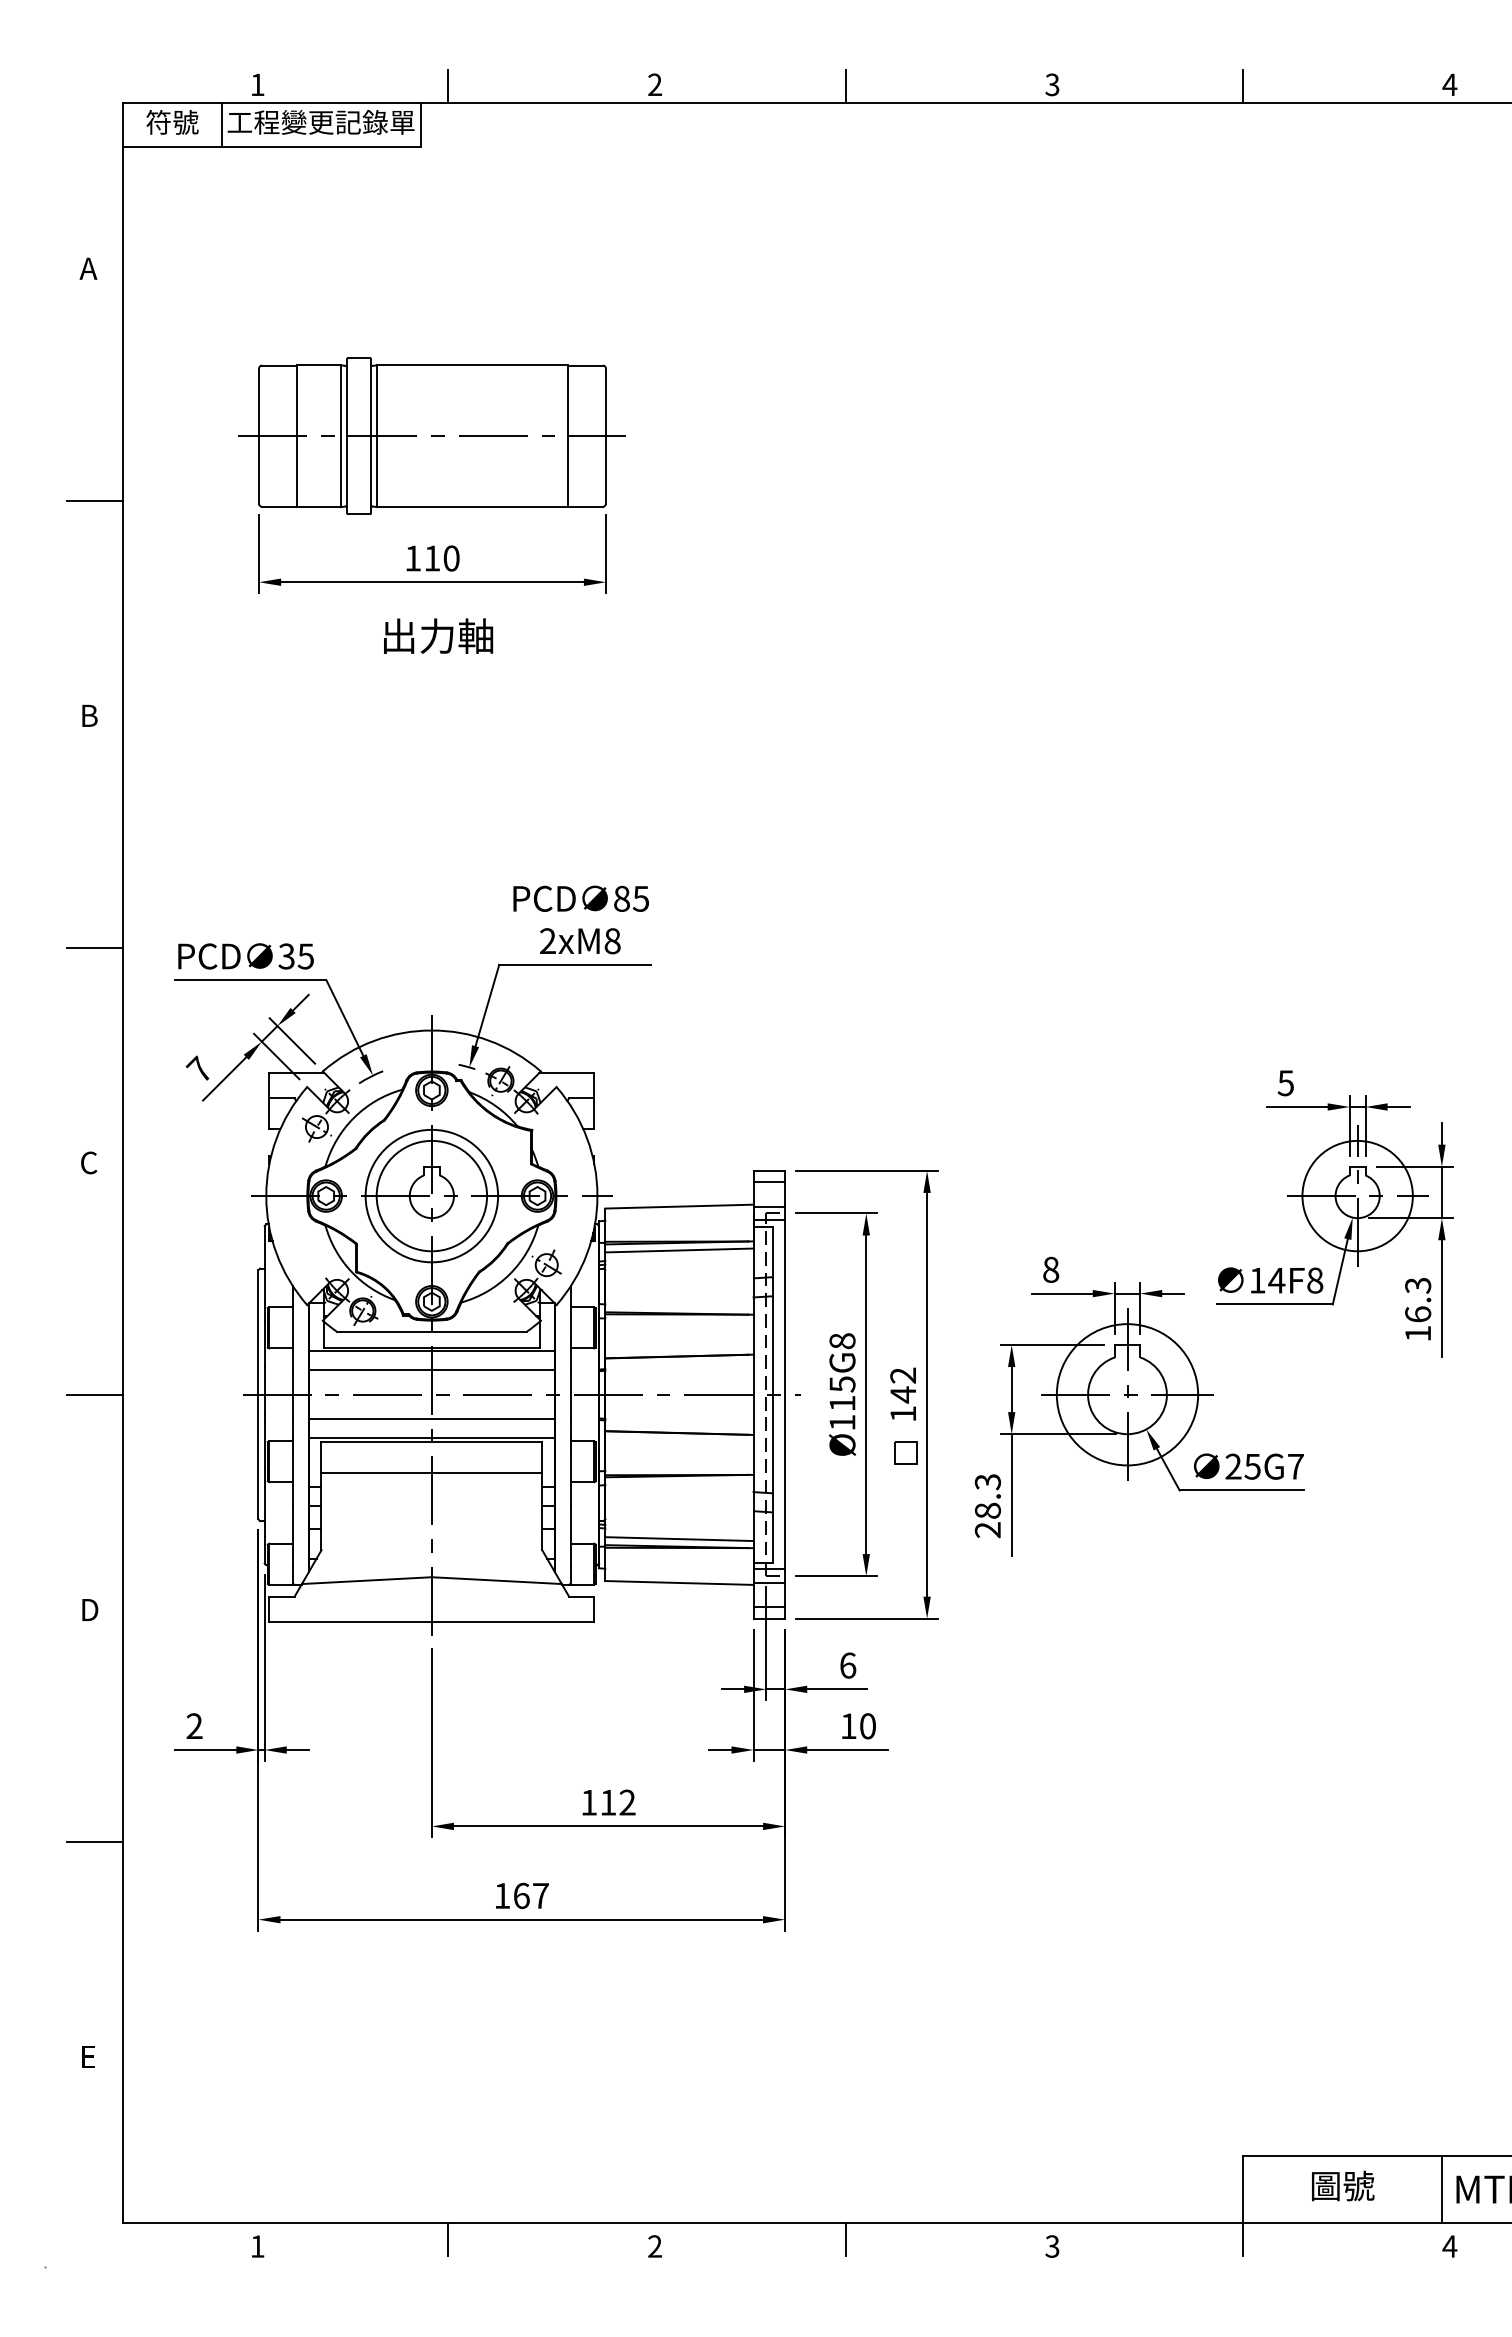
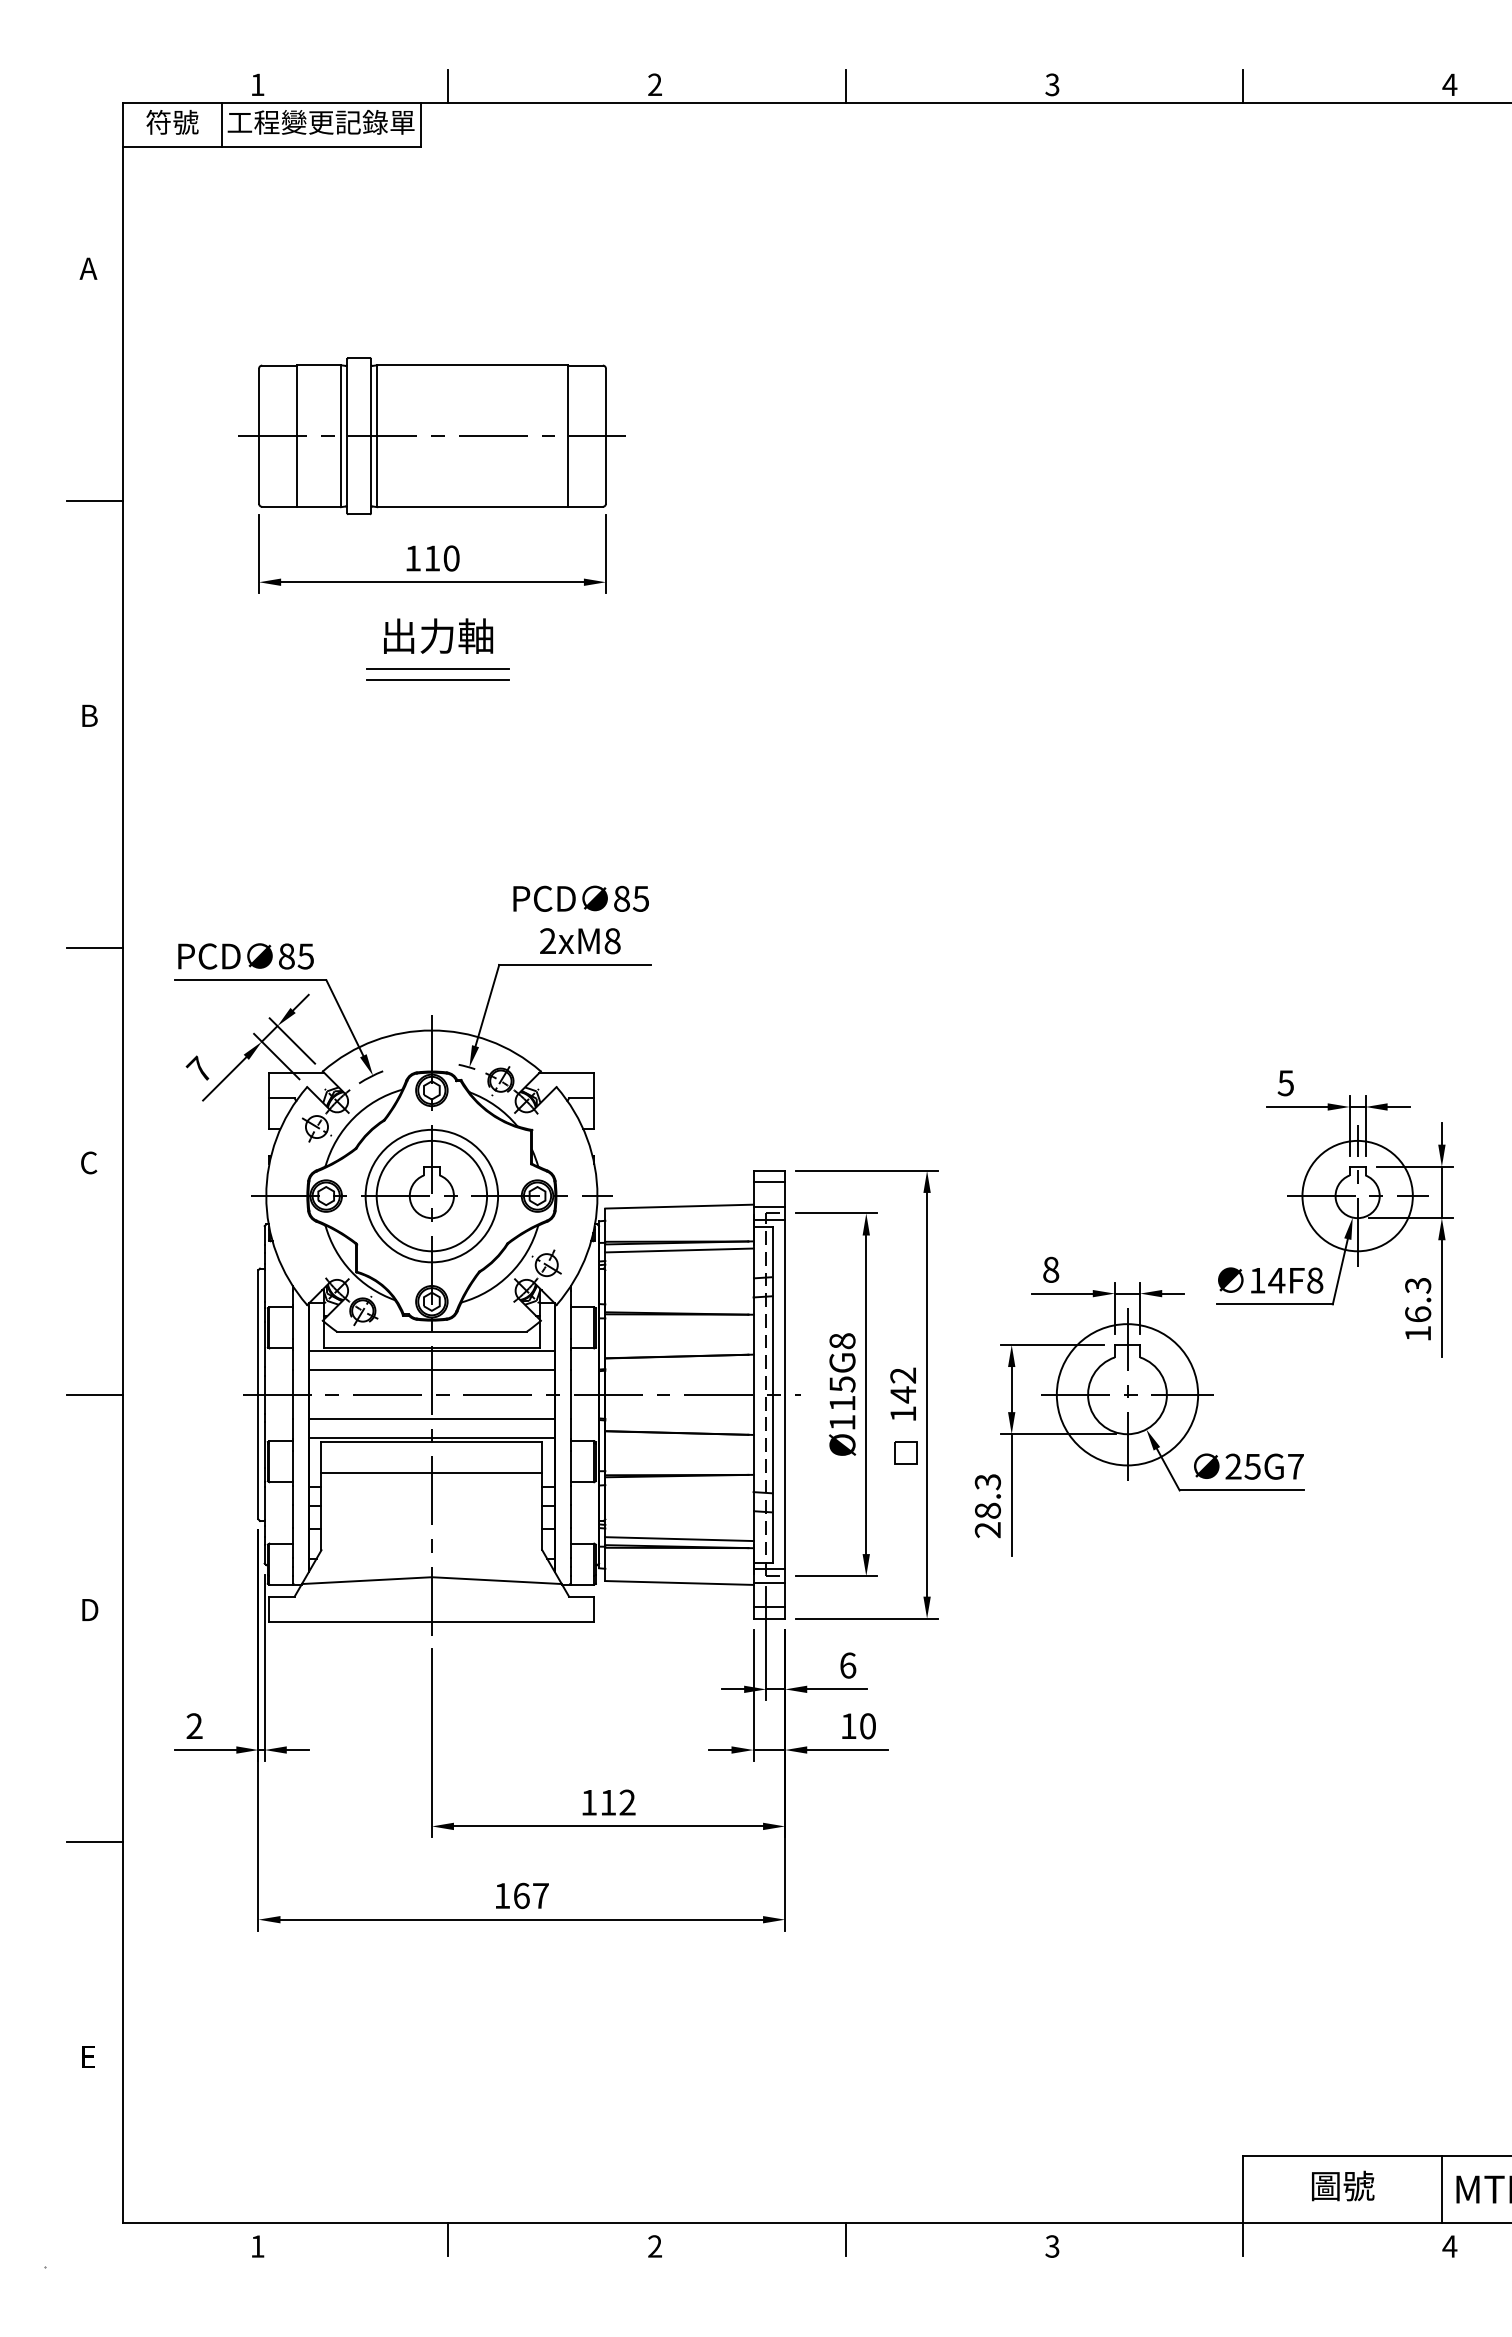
line at (437, 668): none -> present
line at (437, 679): none -> present
text at (286, 956): 35 -> 85
